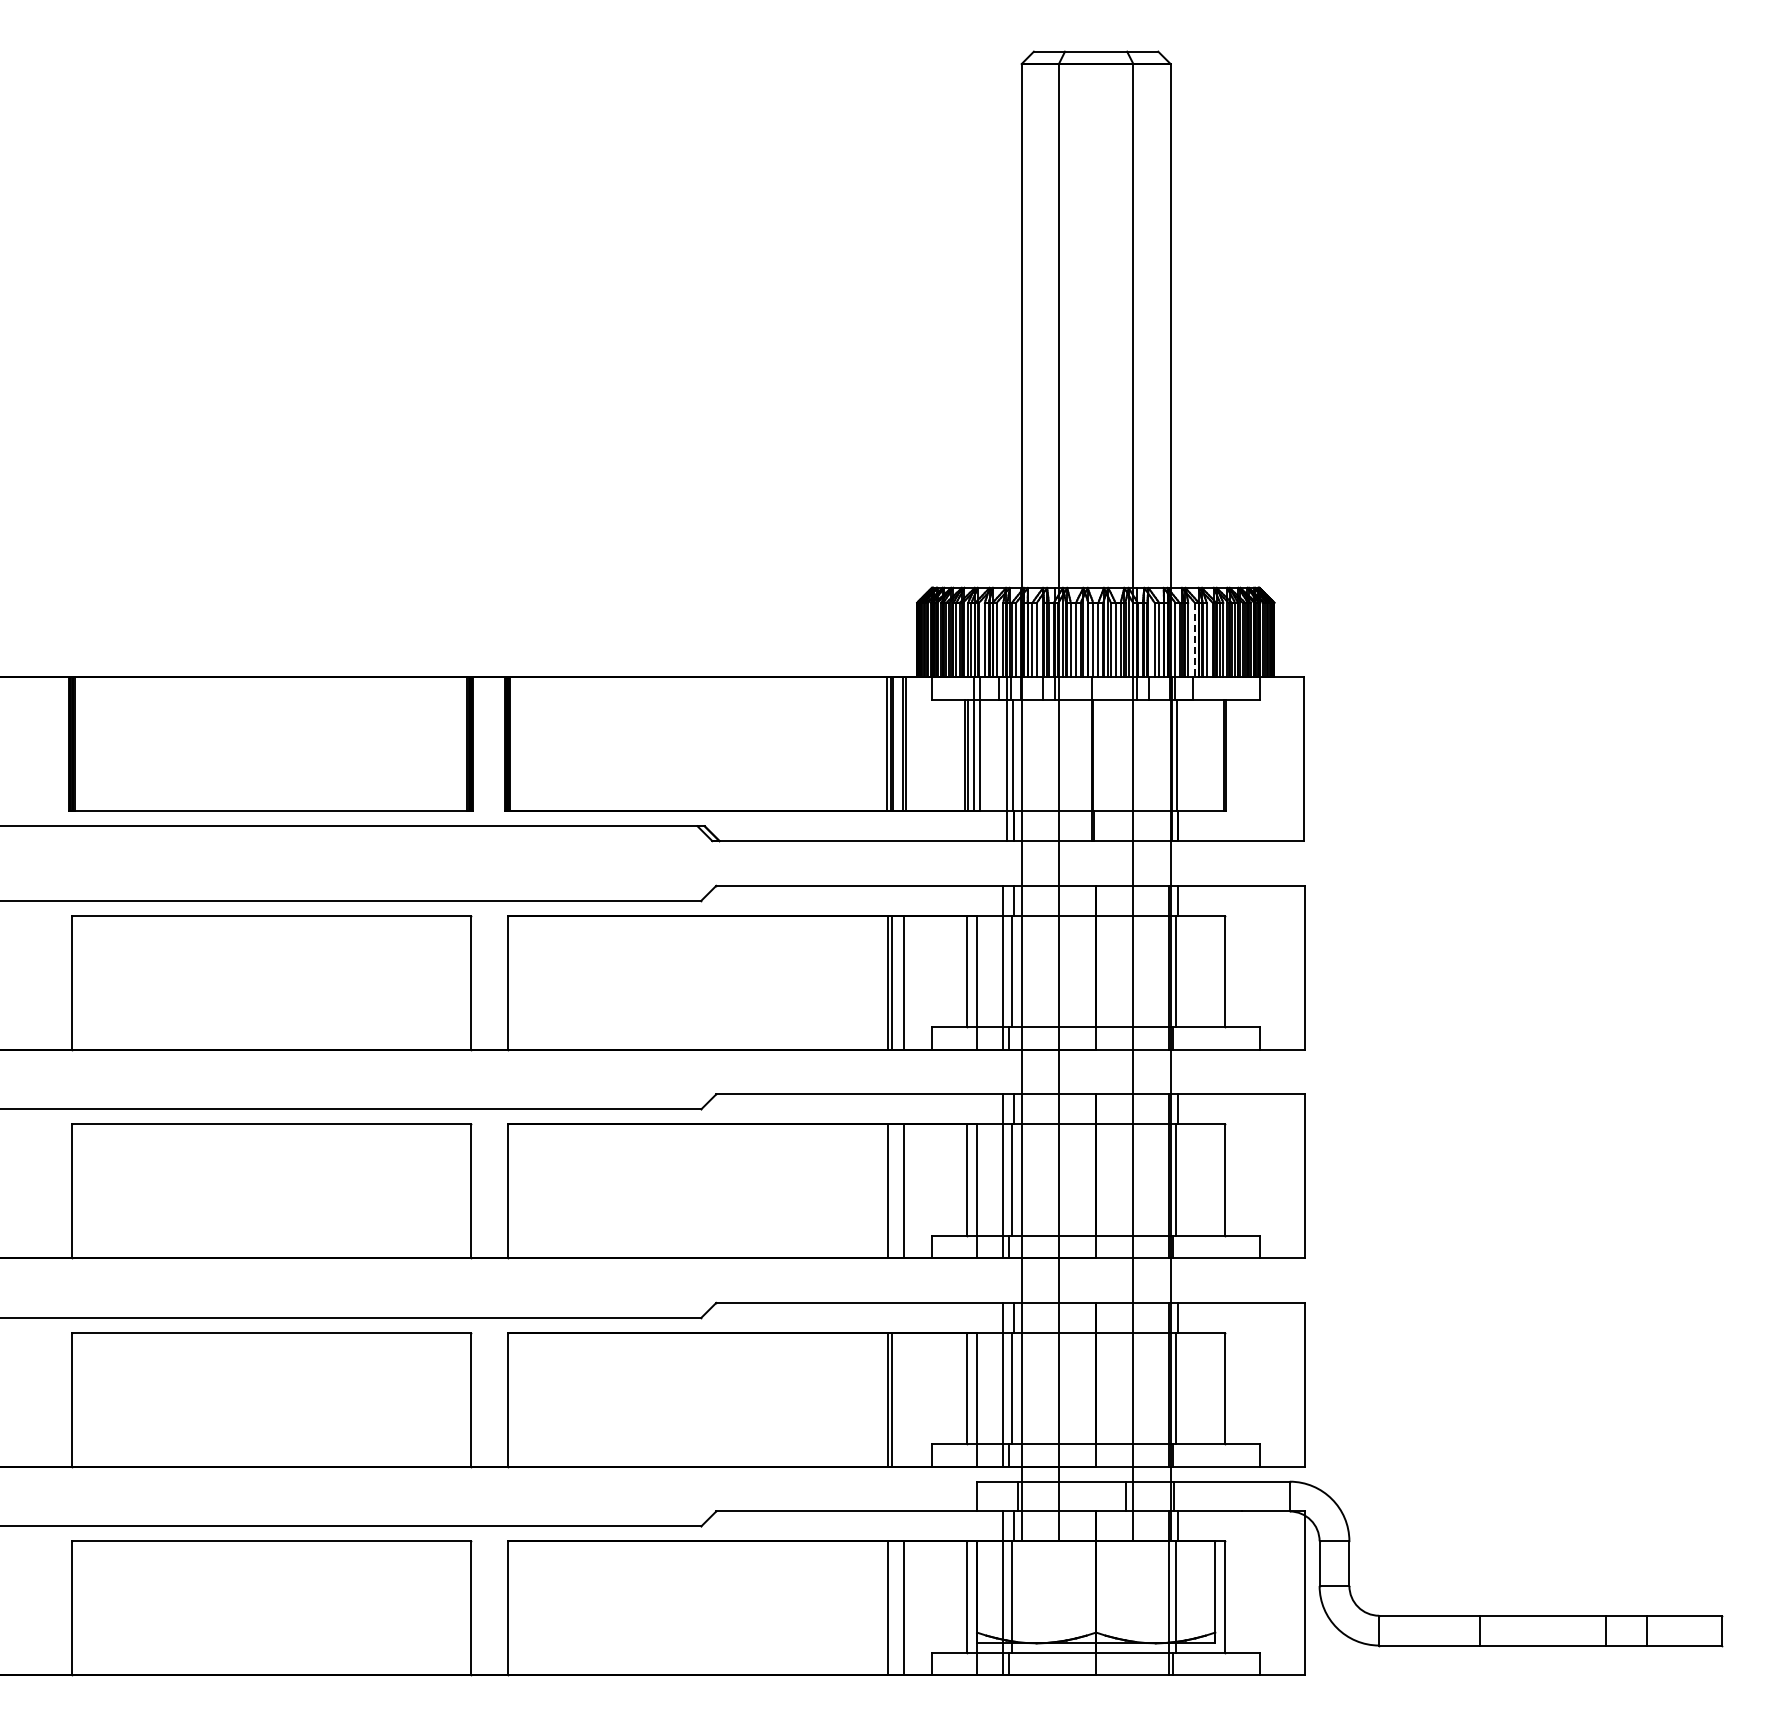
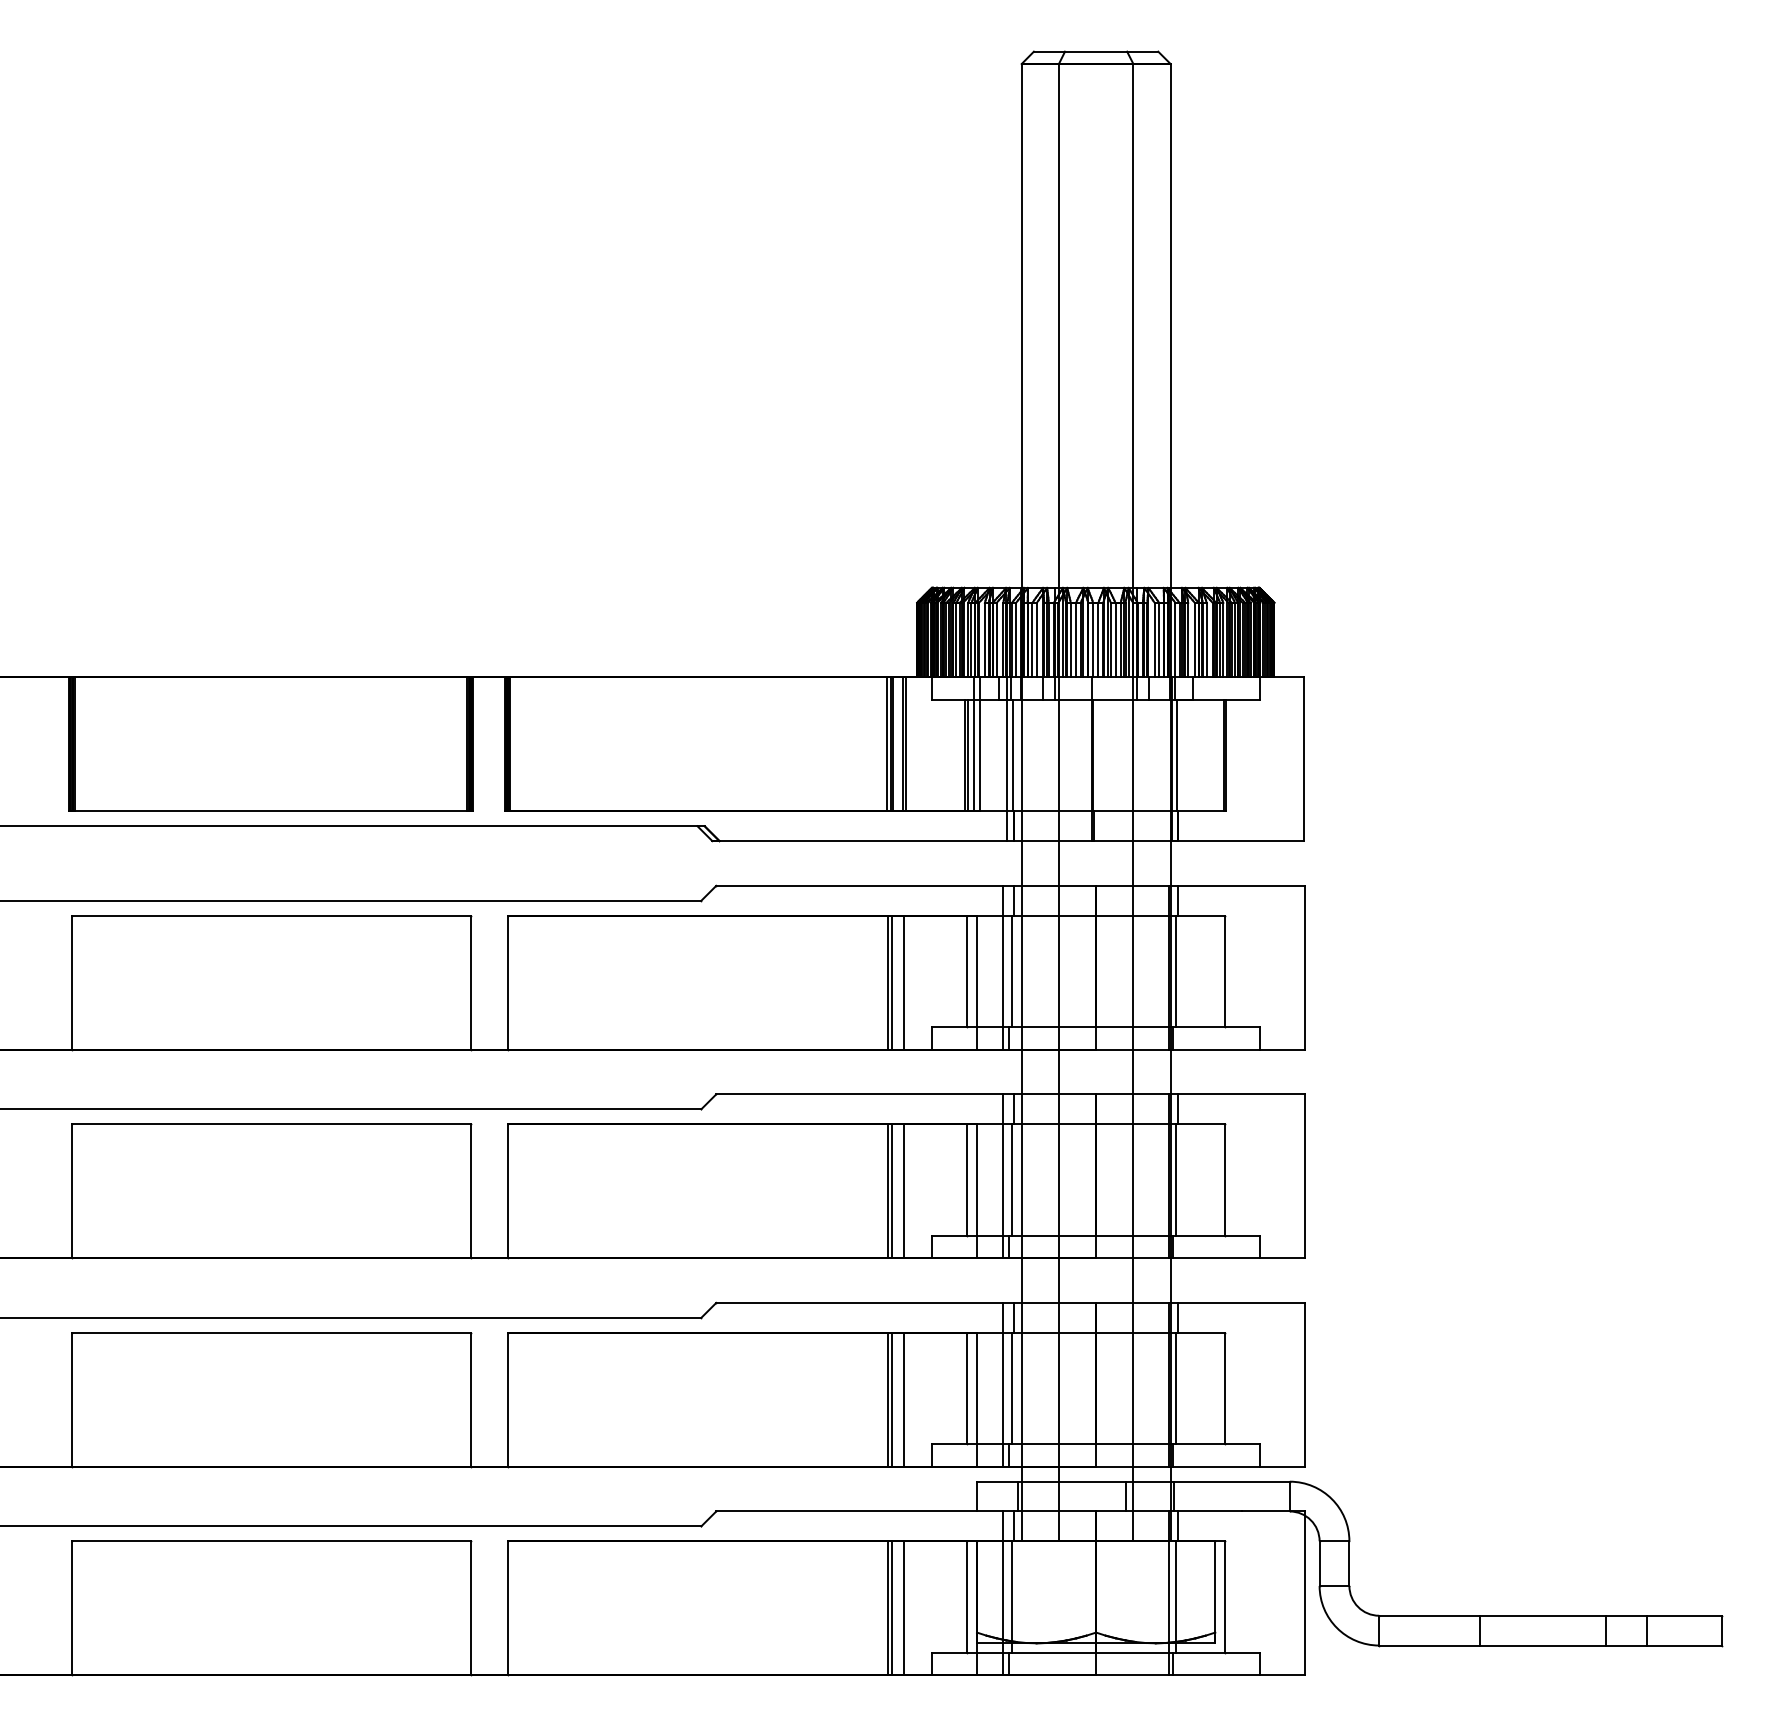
line at (1194, 640): dashed -> solid
line at (892, 1191): none -> present
line at (904, 1399): none -> present
line at (892, 1608): none -> present
